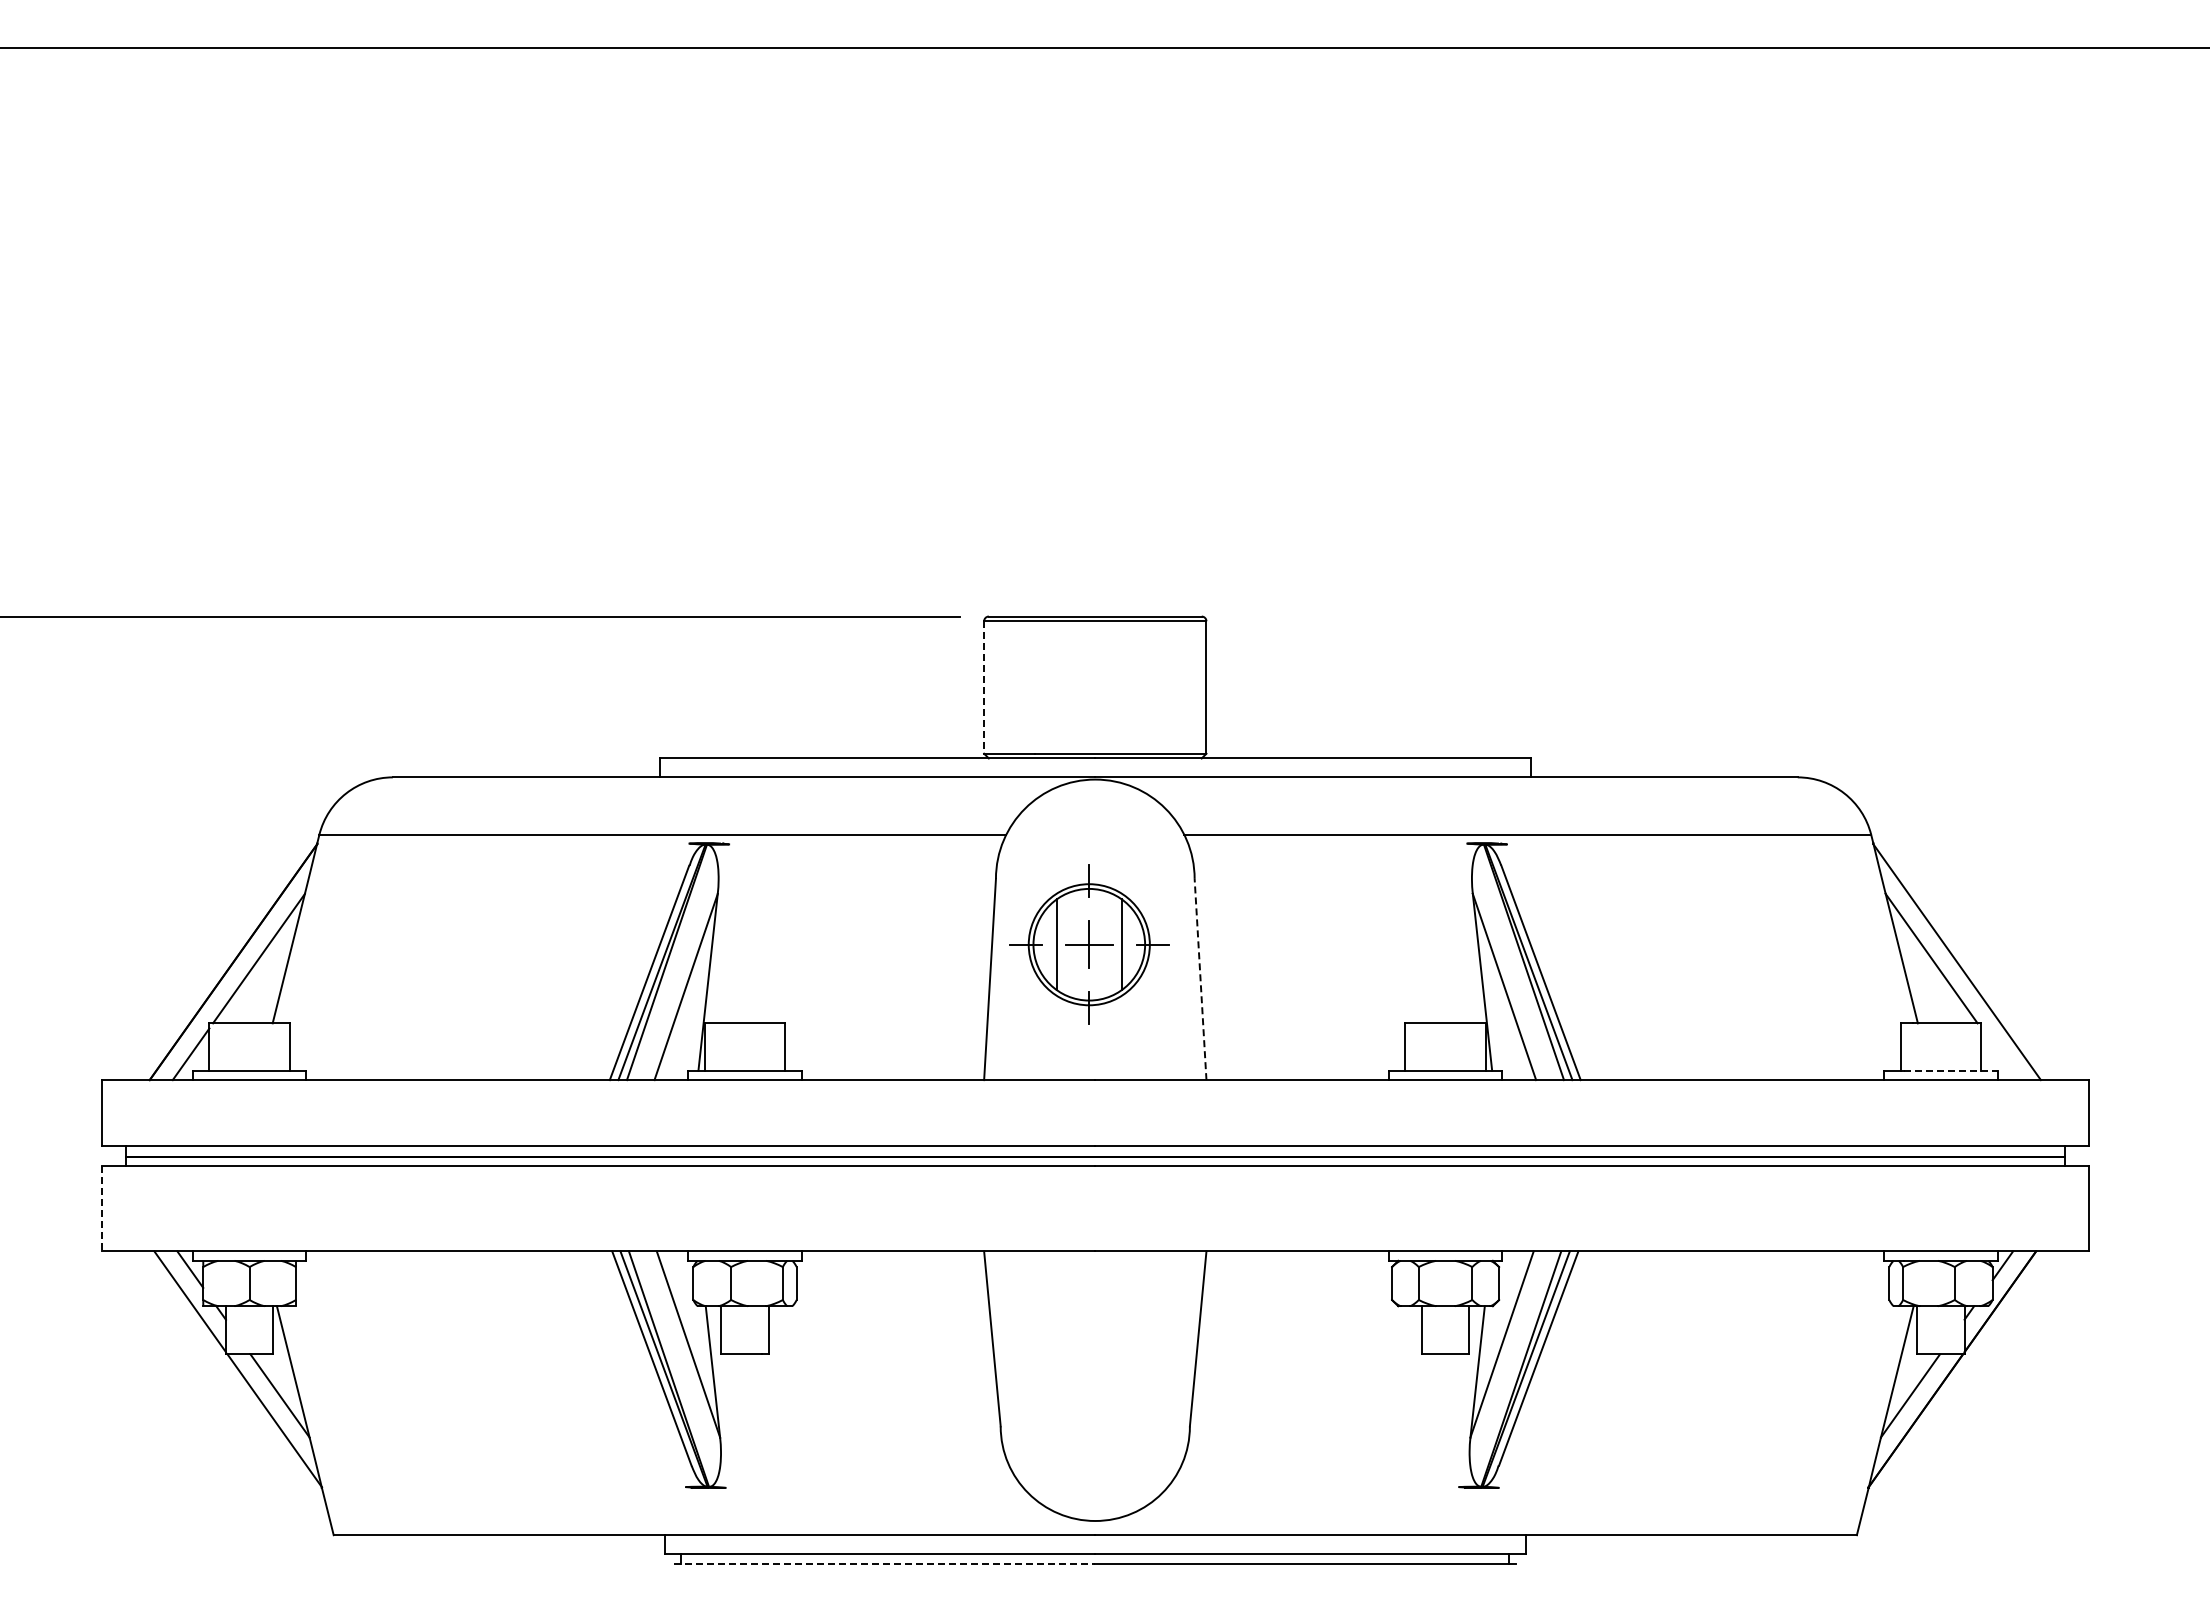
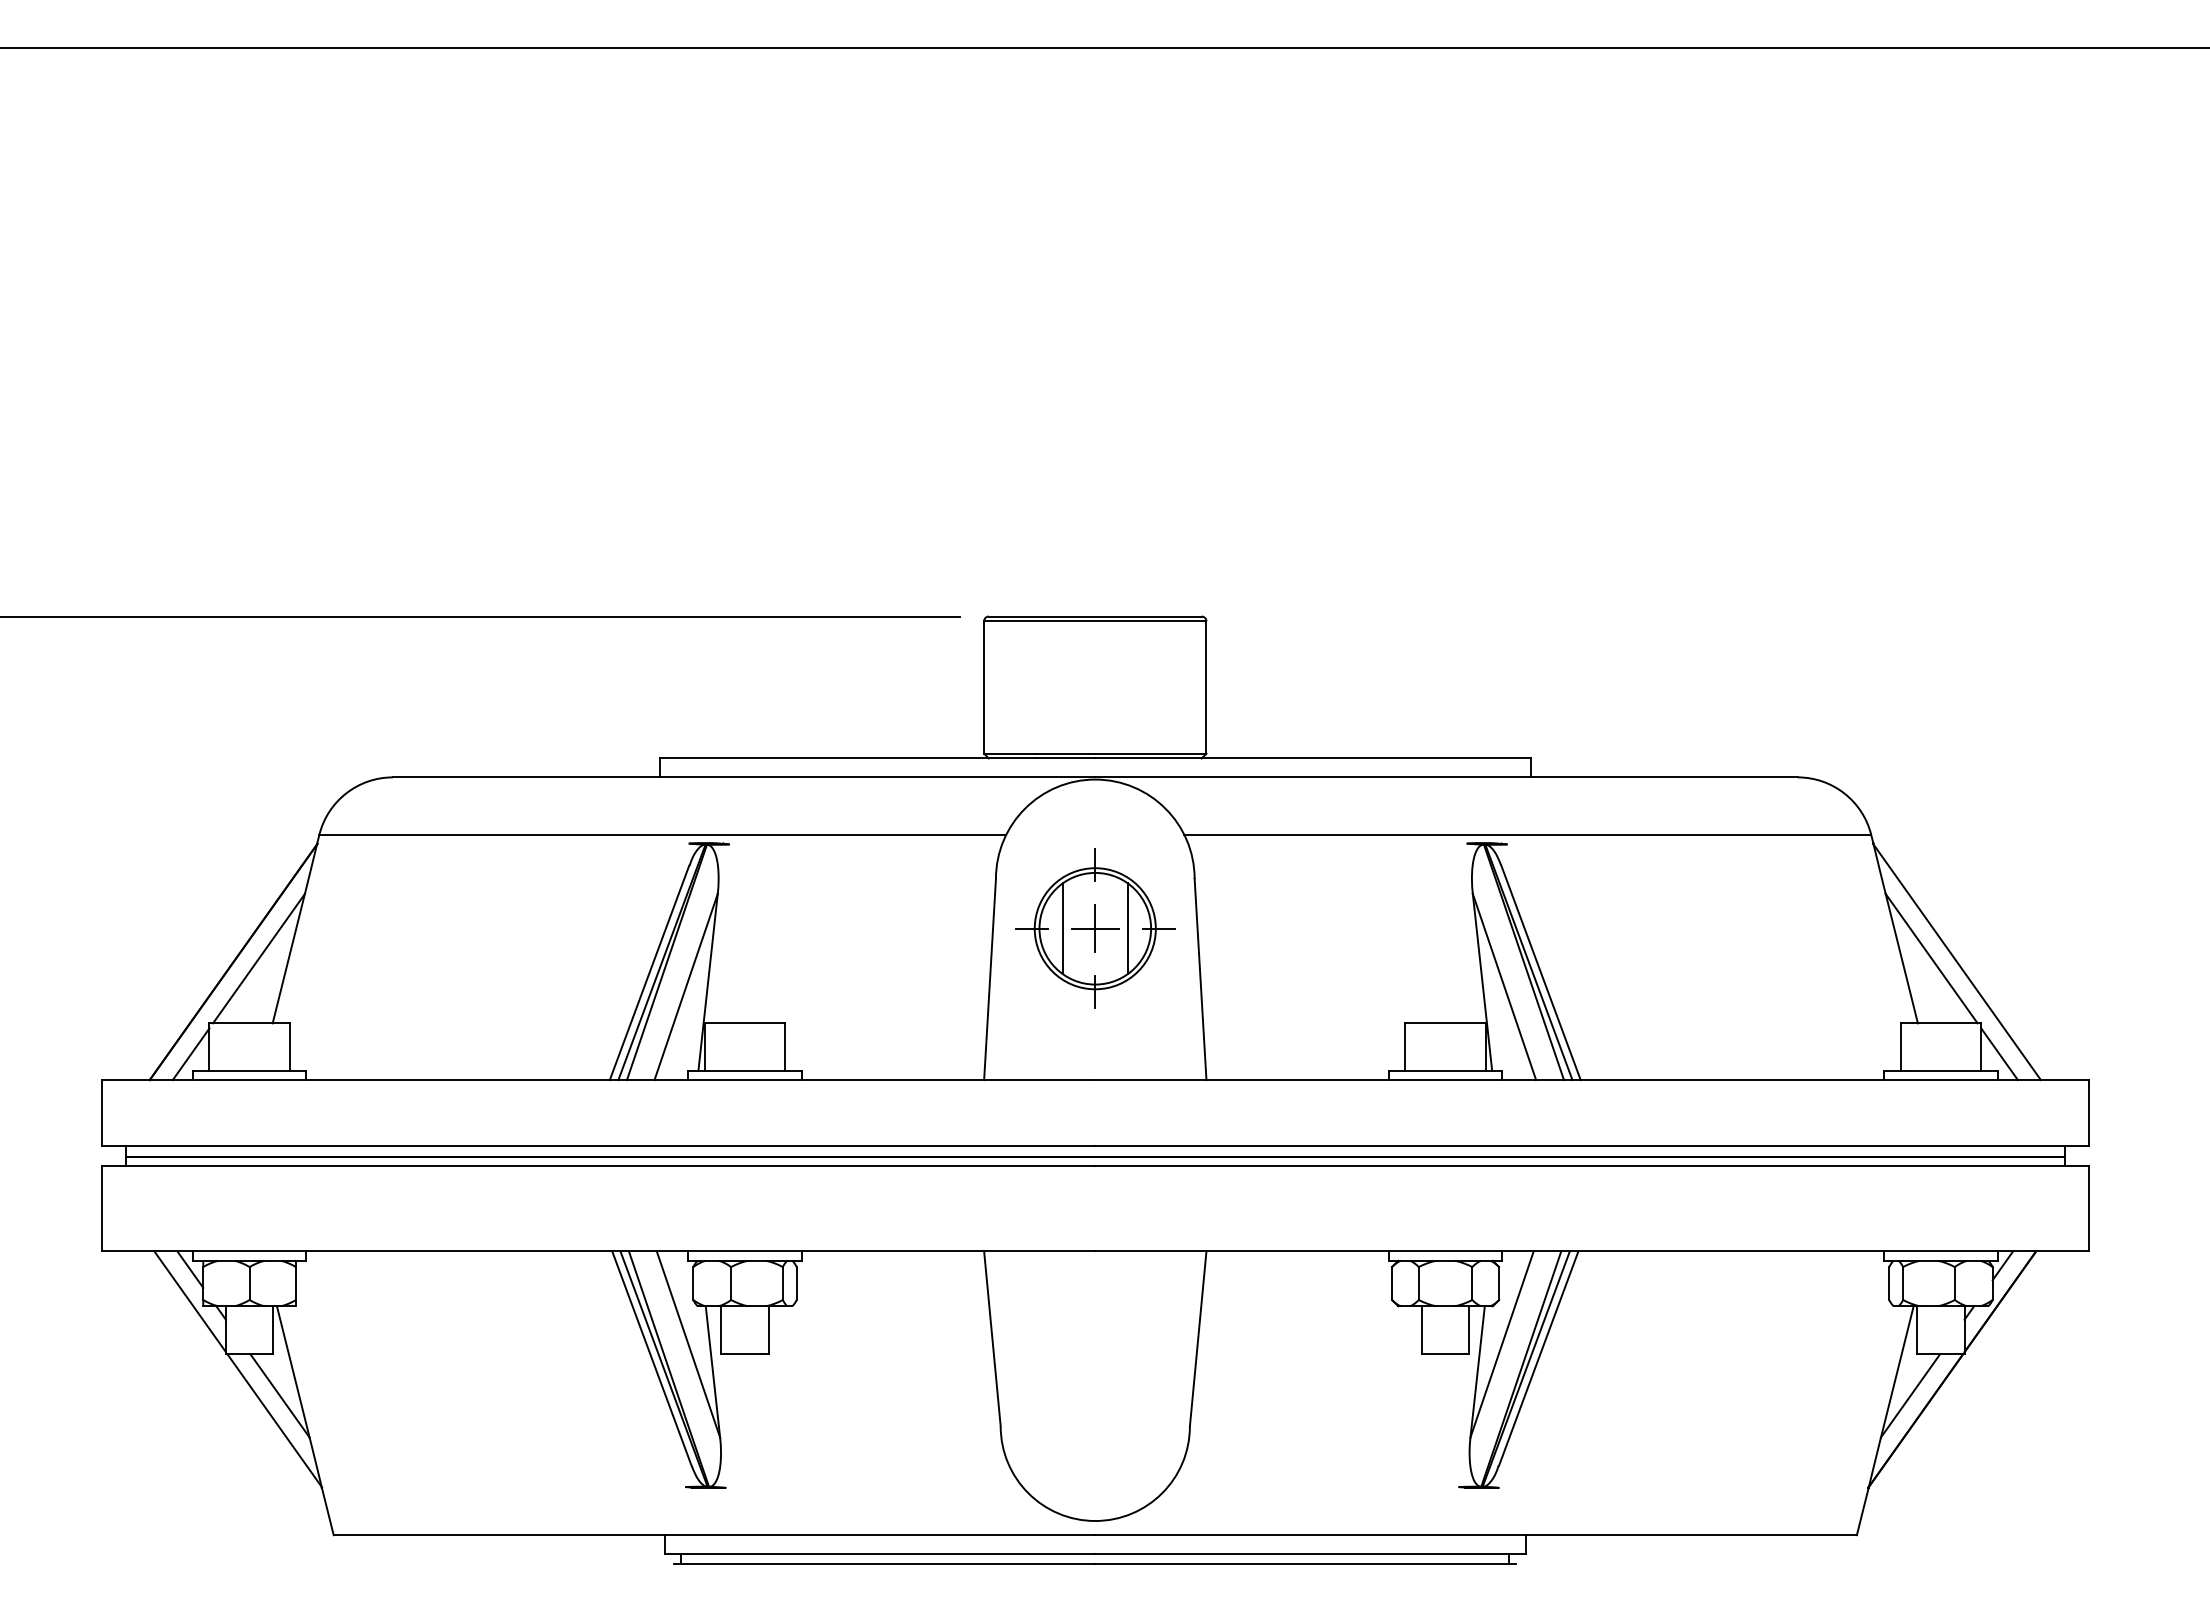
line at (984, 688): dashed -> solid
part at (1089, 944) position: (1089, 944) -> (1095, 928)
line at (1200, 979): dashed -> solid
line at (1999, 1054): none -> present
line at (1950, 1070): dashed -> solid
line at (101, 1208): dashed -> solid
line at (884, 1563): dashed -> solid
